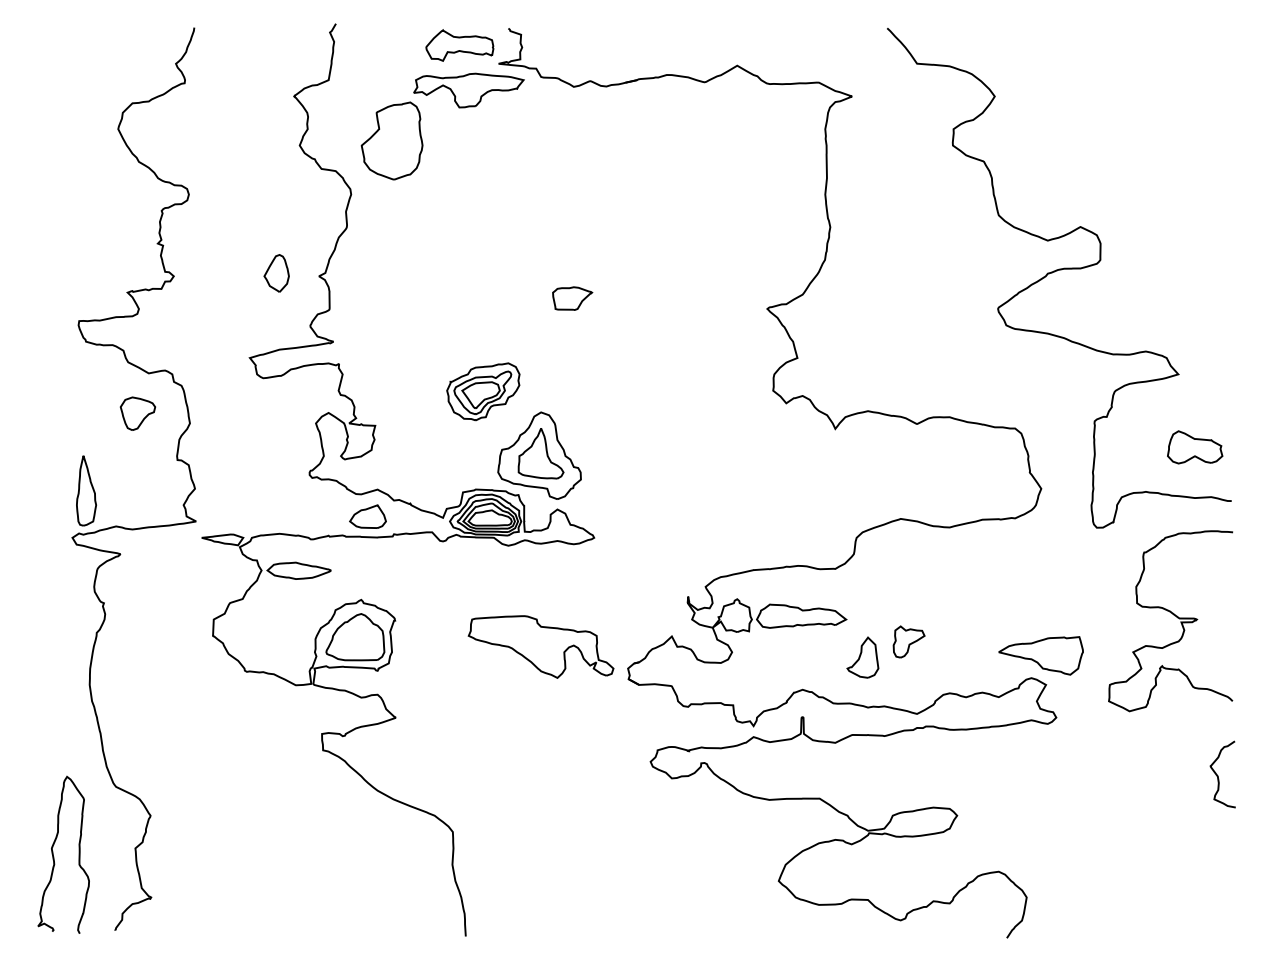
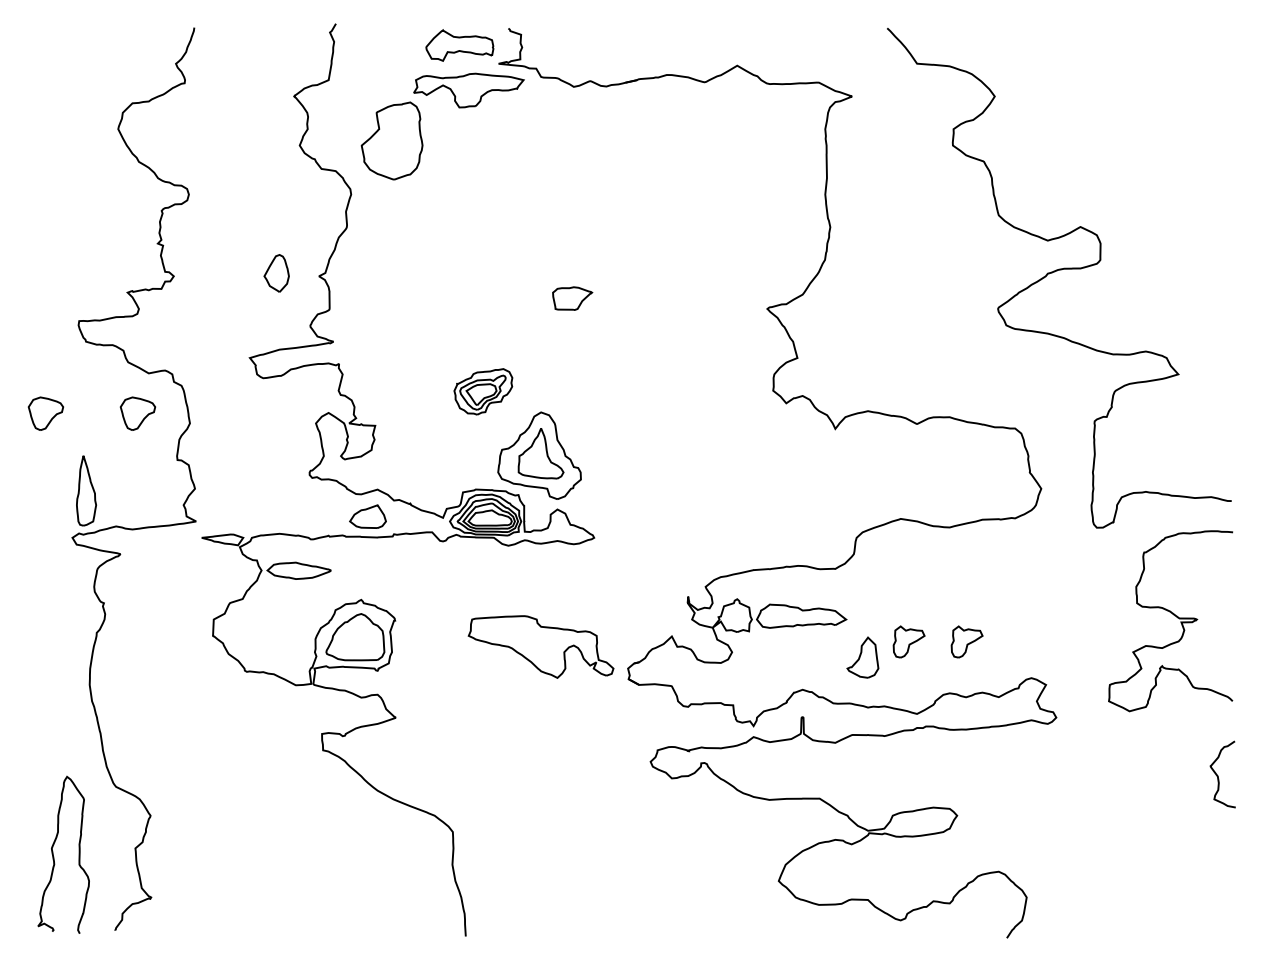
part at (483, 391) size: 75x60 px -> 61x48 px
part at (45, 413): none -> present
part at (1195, 447): present -> none
part at (966, 641): none -> present
part at (1040, 655): present -> none
